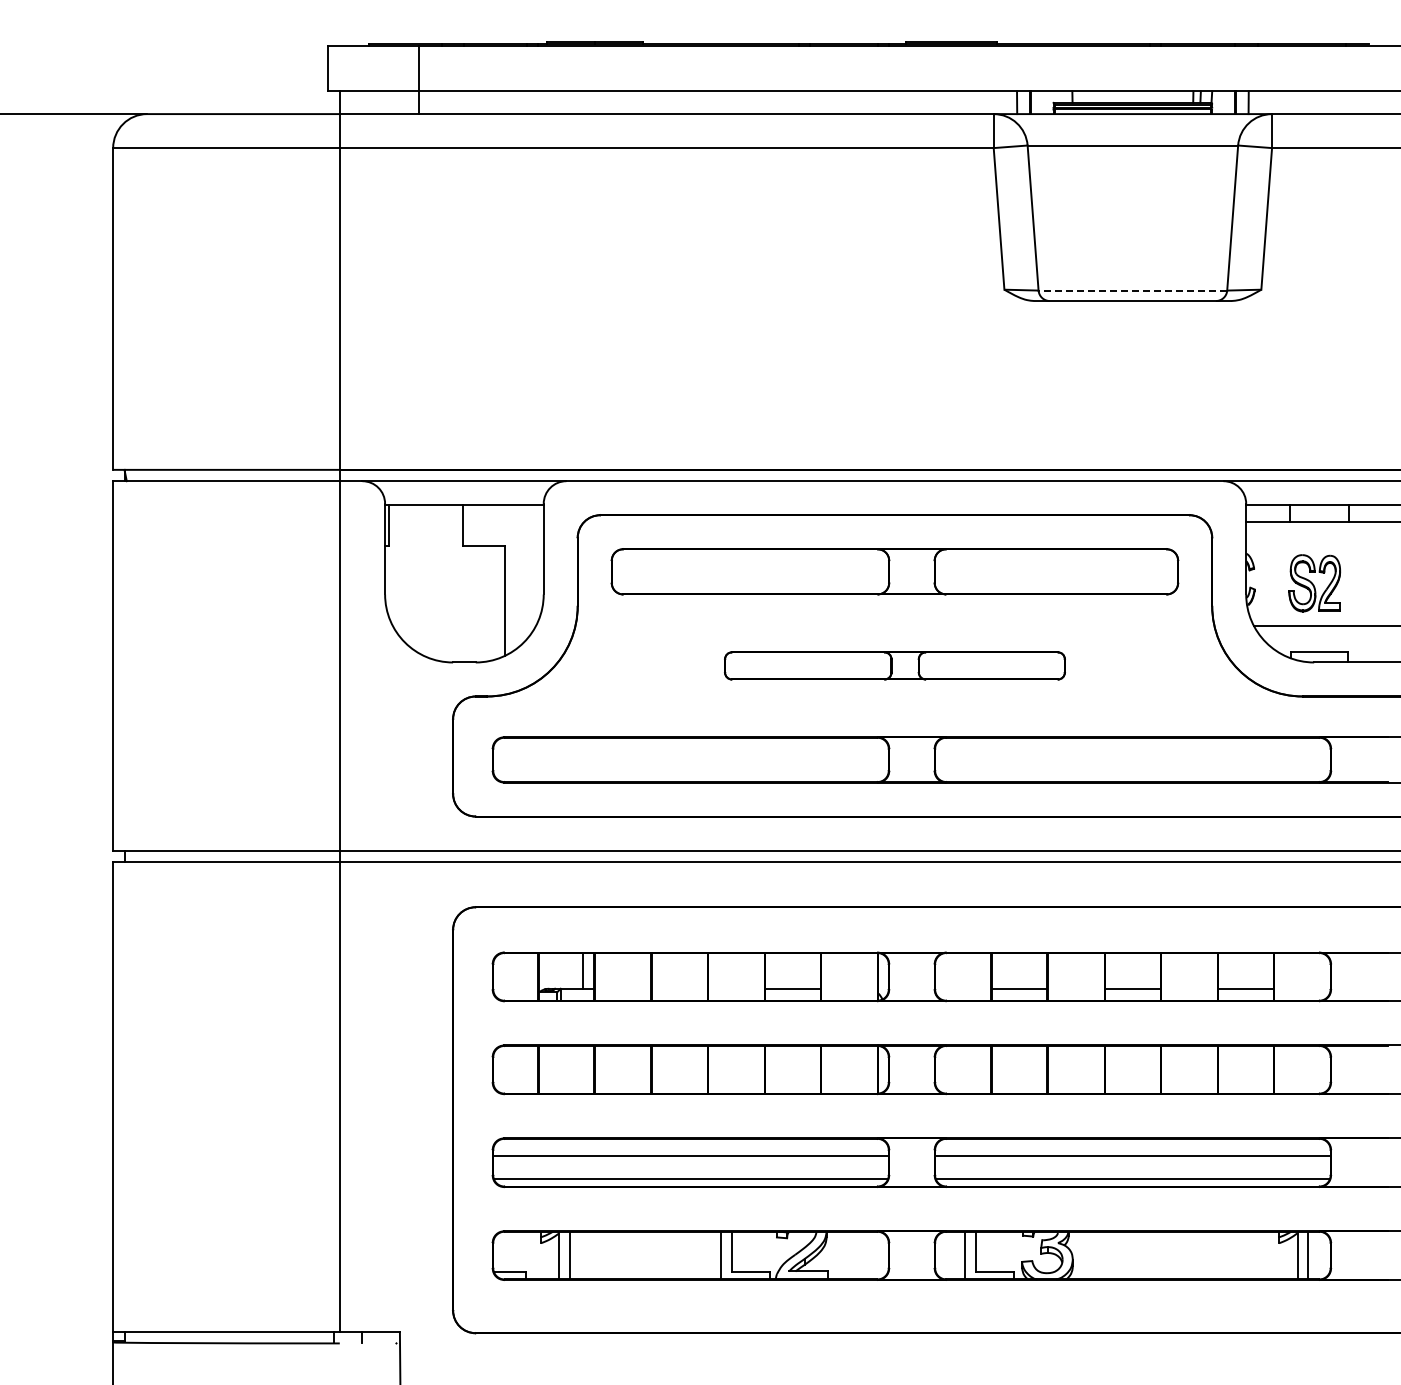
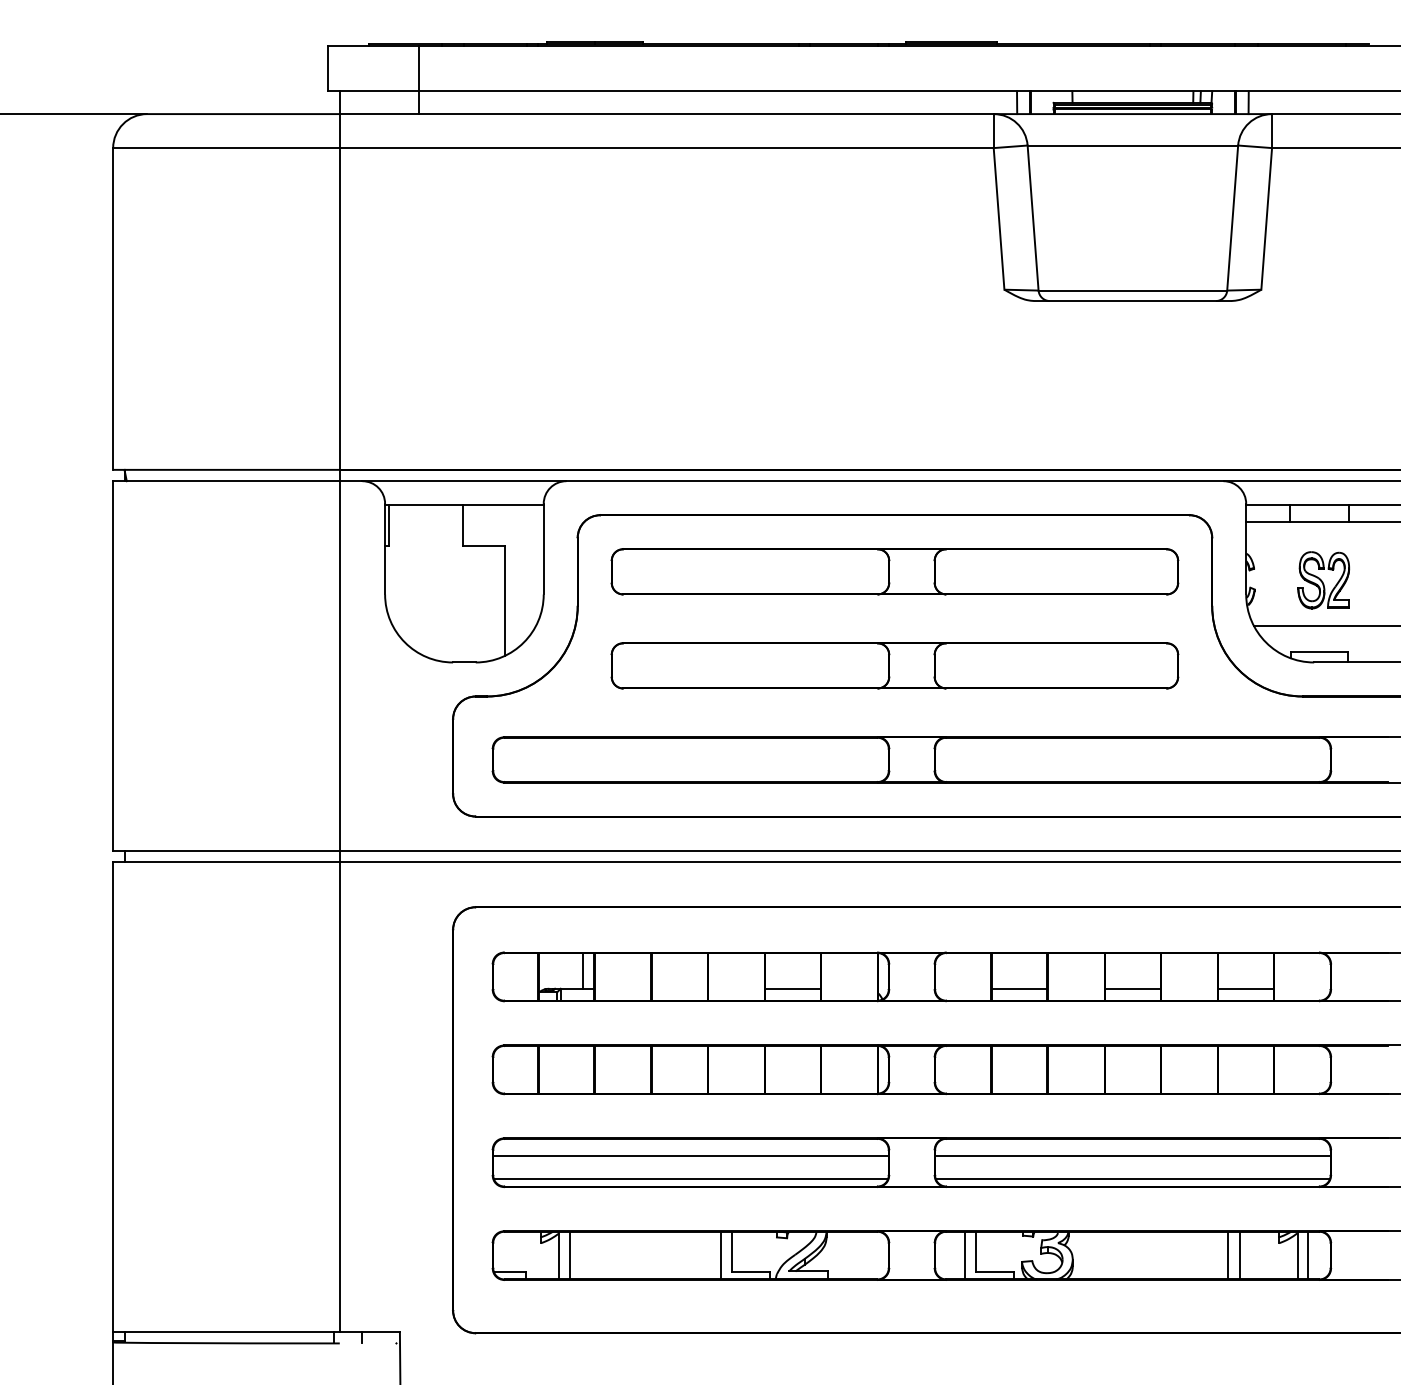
line at (1132, 290): dashed -> solid
part at (1314, 583) position: (1314, 583) -> (1323, 580)
part at (894, 665) size: 342x30 px -> 570x48 px
line at (1228, 1255): none -> present
line at (1239, 1255): none -> present
